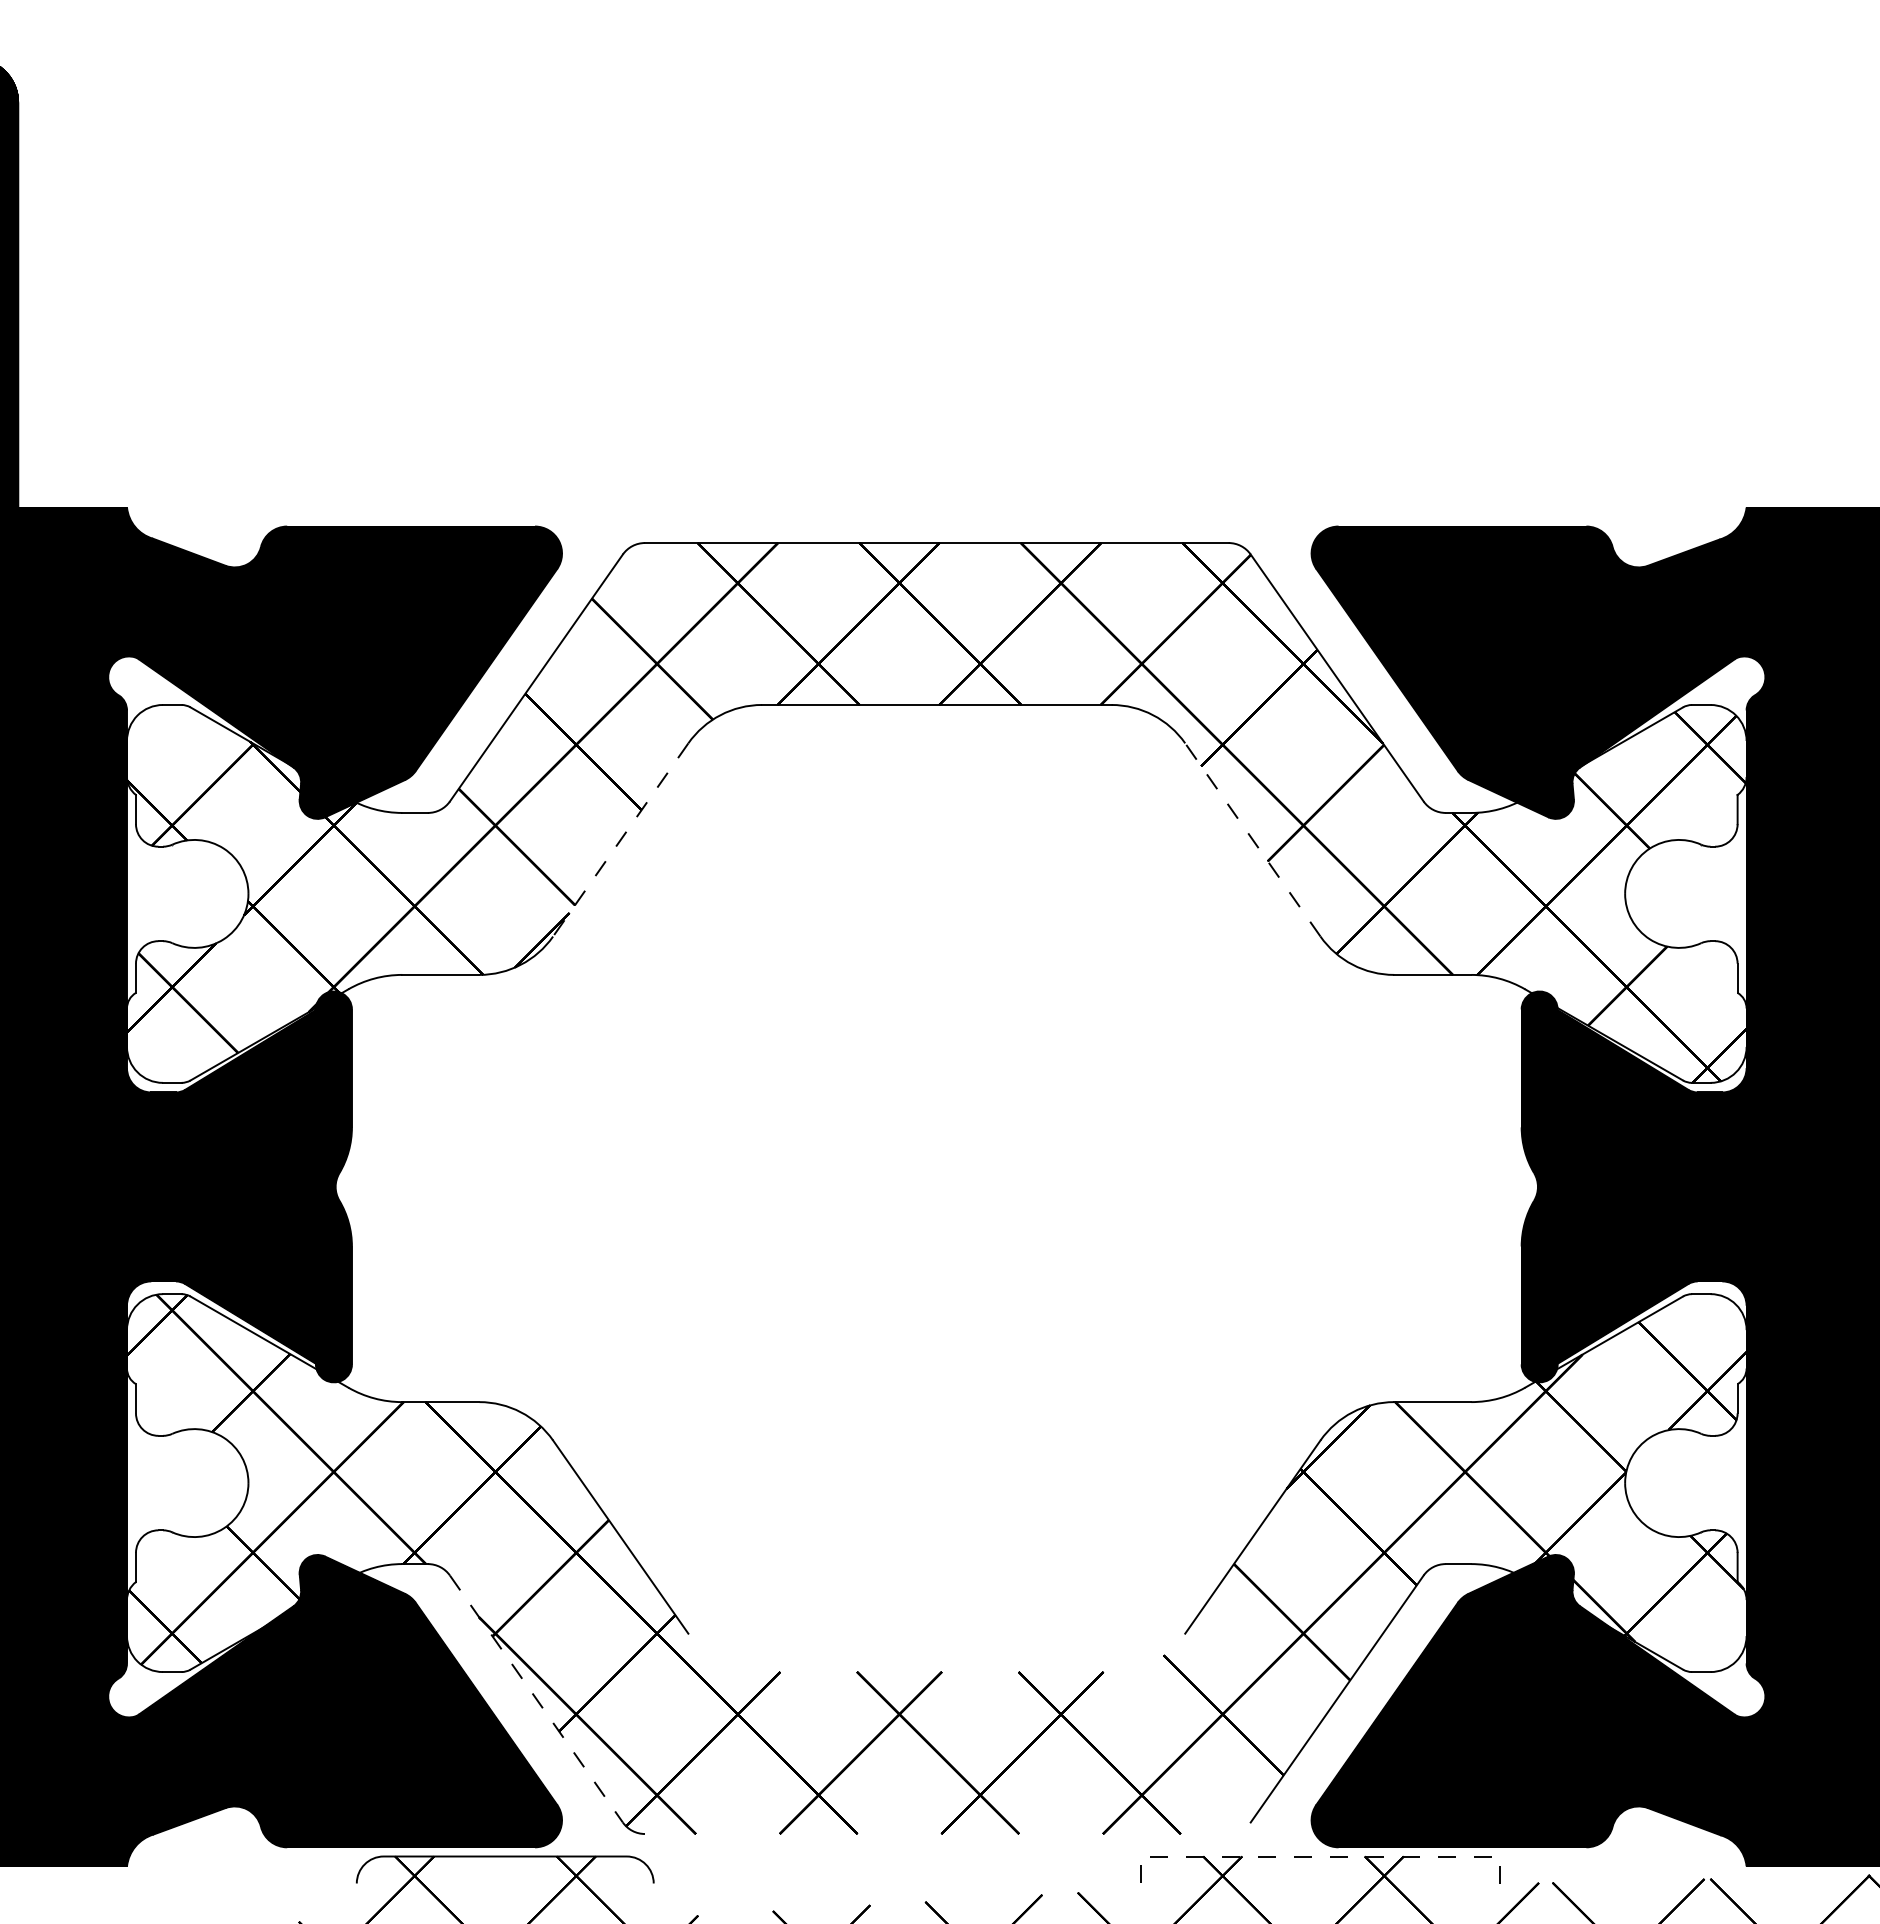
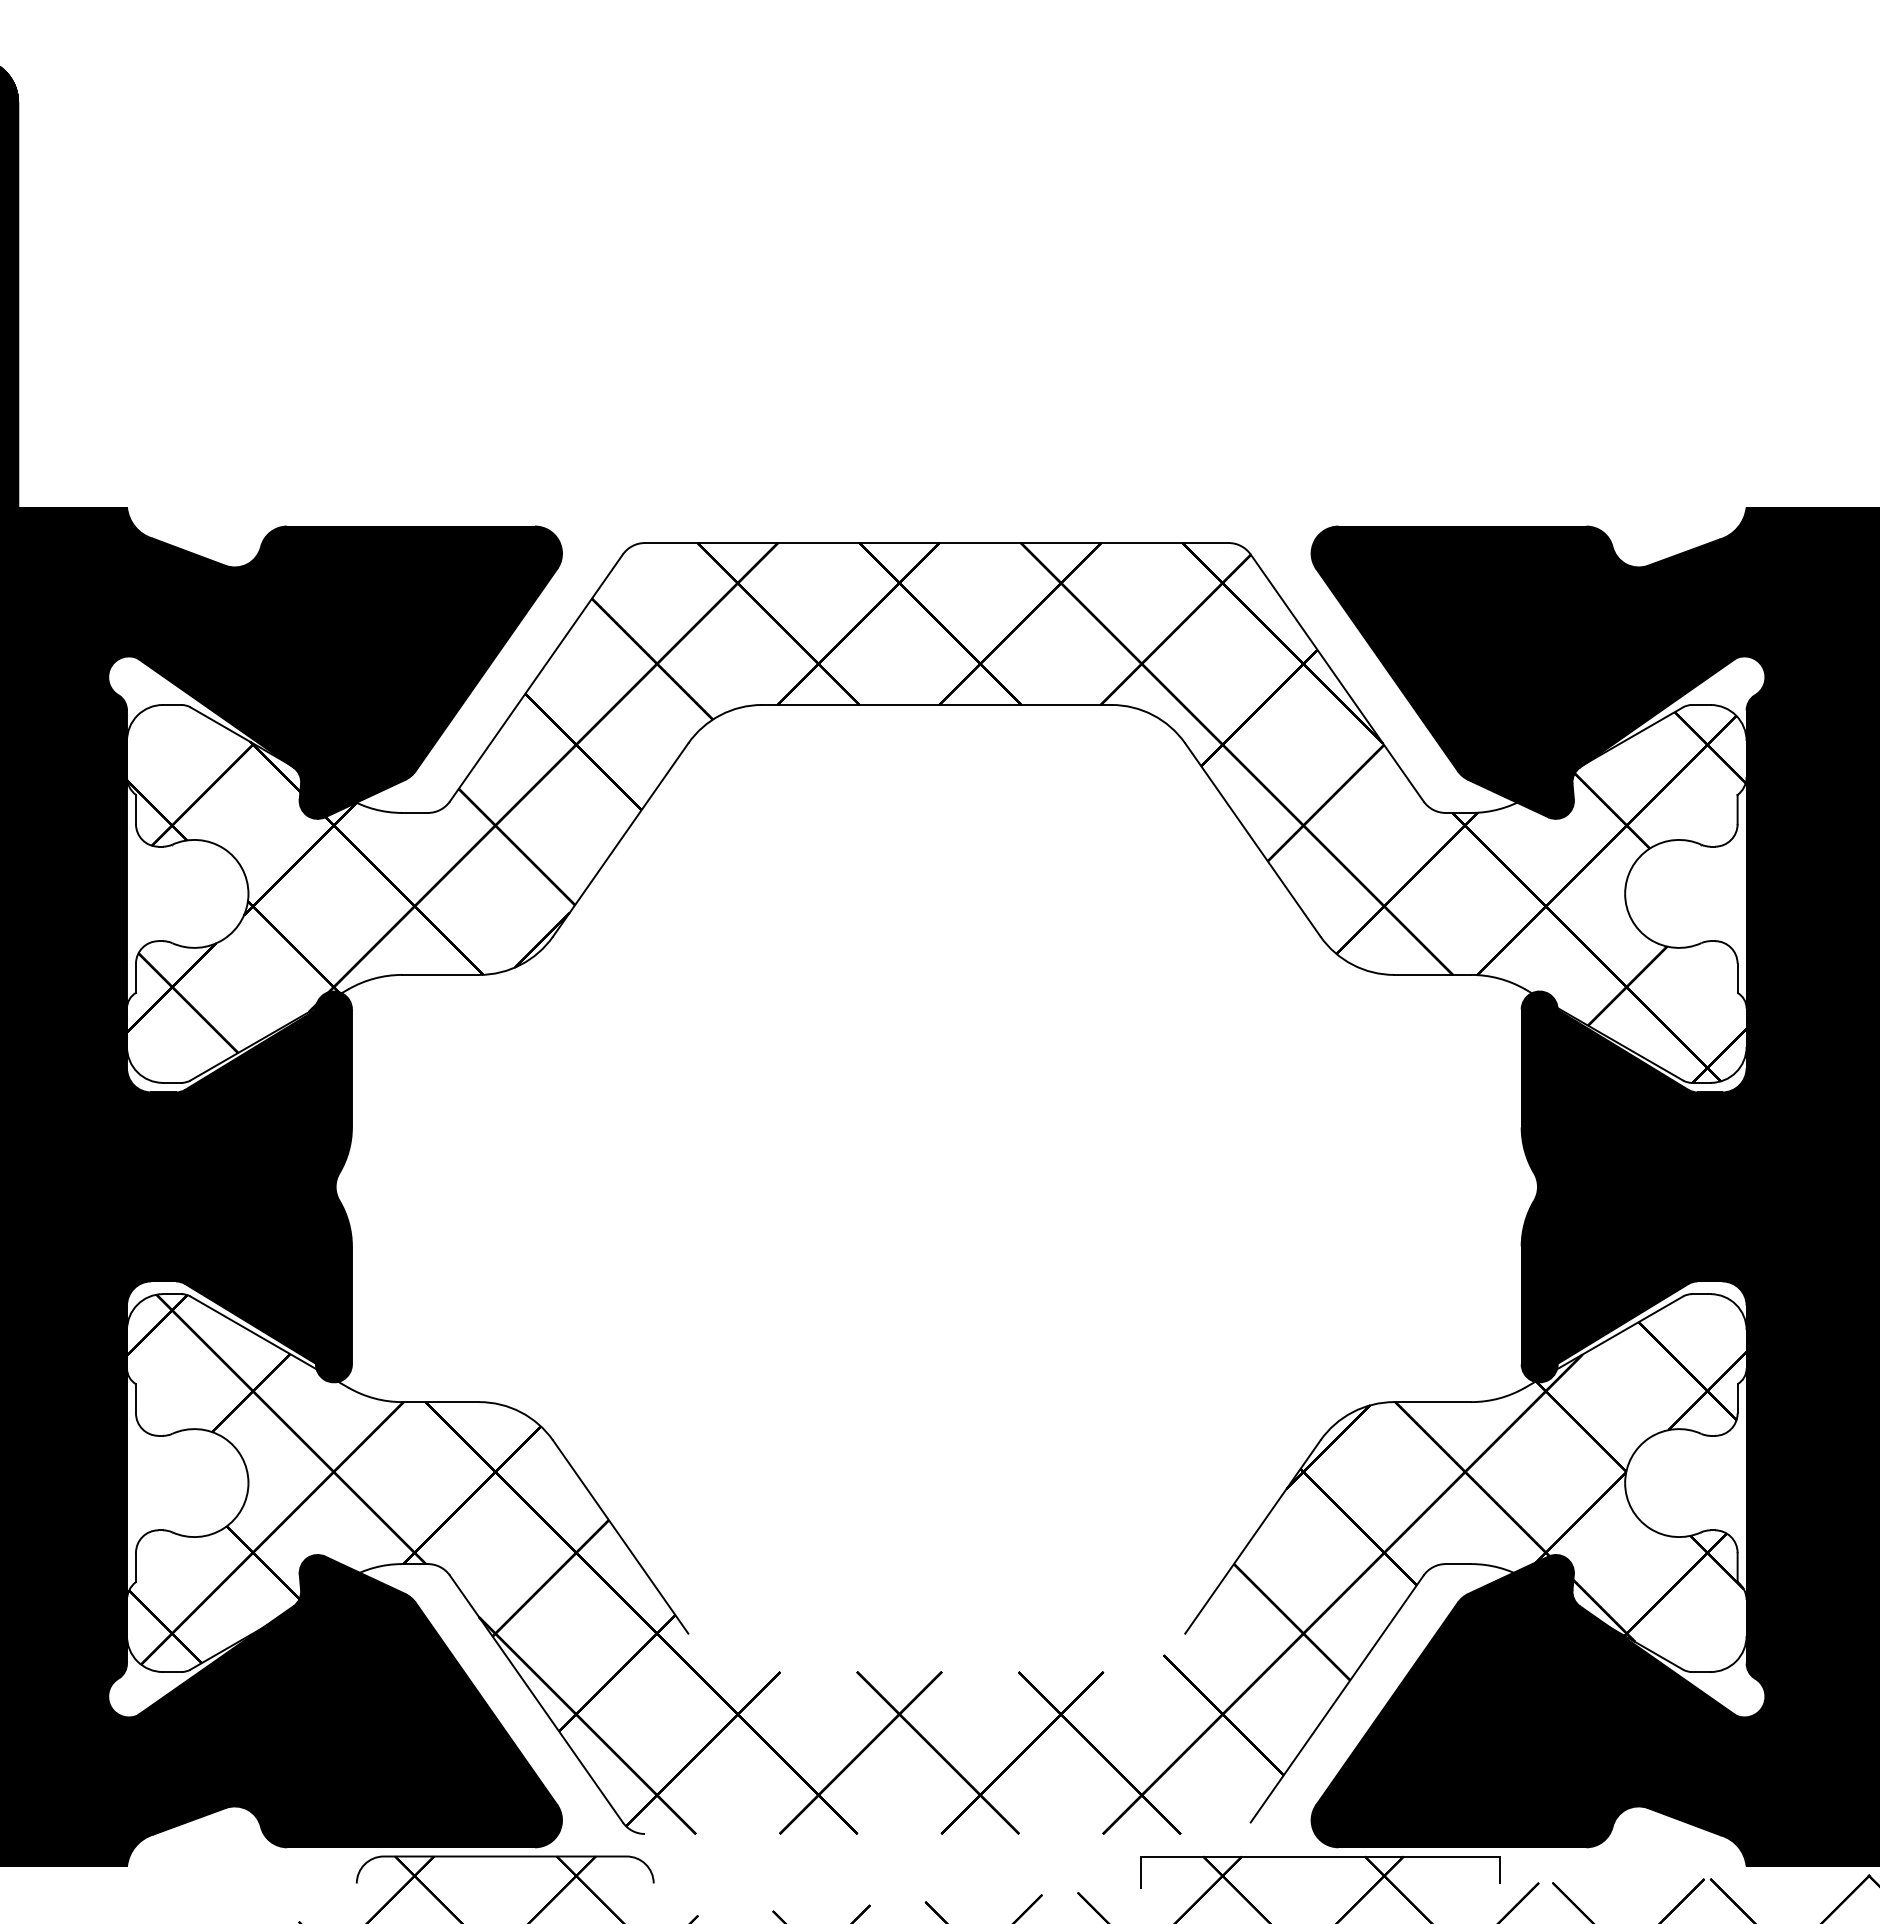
line at (620, 839): dashed -> solid
line at (1252, 839): dashed -> solid
line at (536, 1699): dashed -> solid
line at (1317, 1856): dashed -> solid
